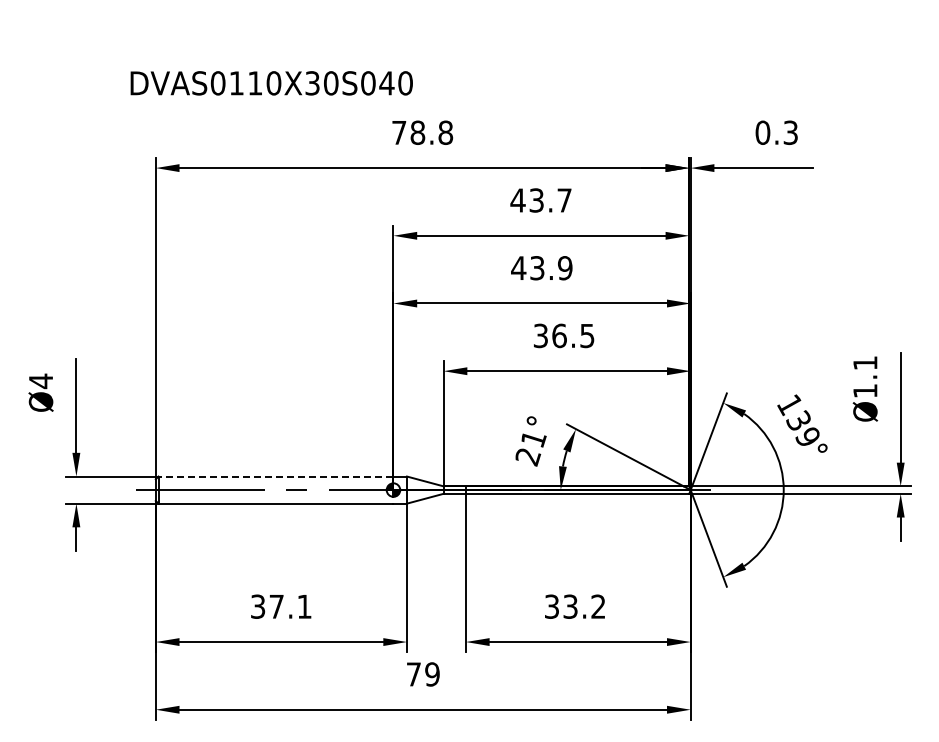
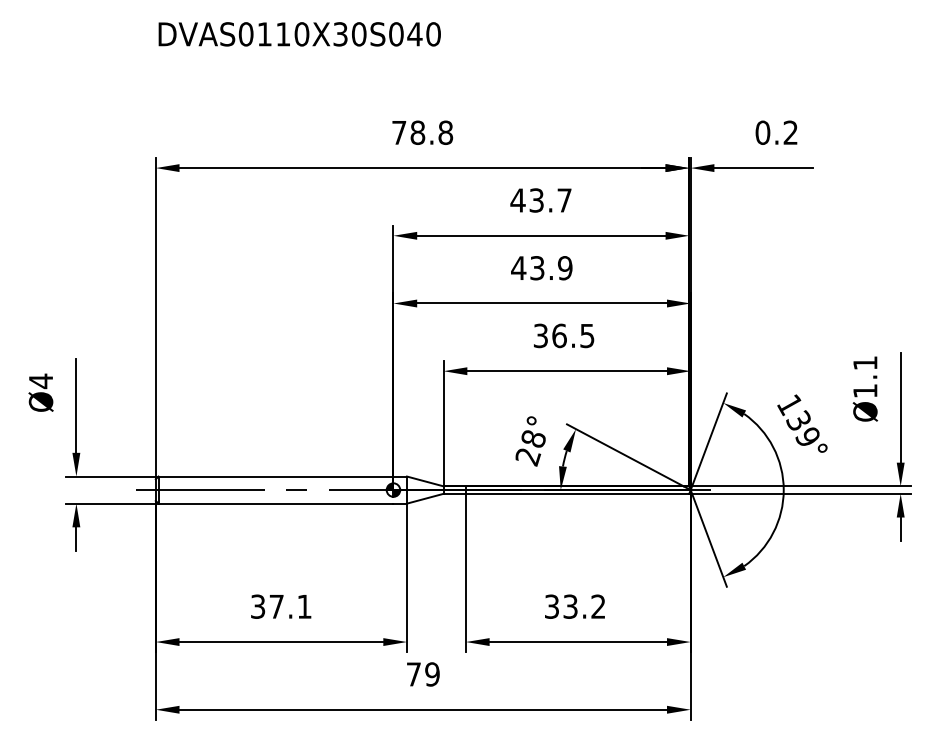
text at (271, 83) position: (271, 83) -> (299, 34)
text at (790, 132): 0.3 -> 0.2
text at (533, 438): 21° -> 28°
line at (275, 476): dashed -> solid
